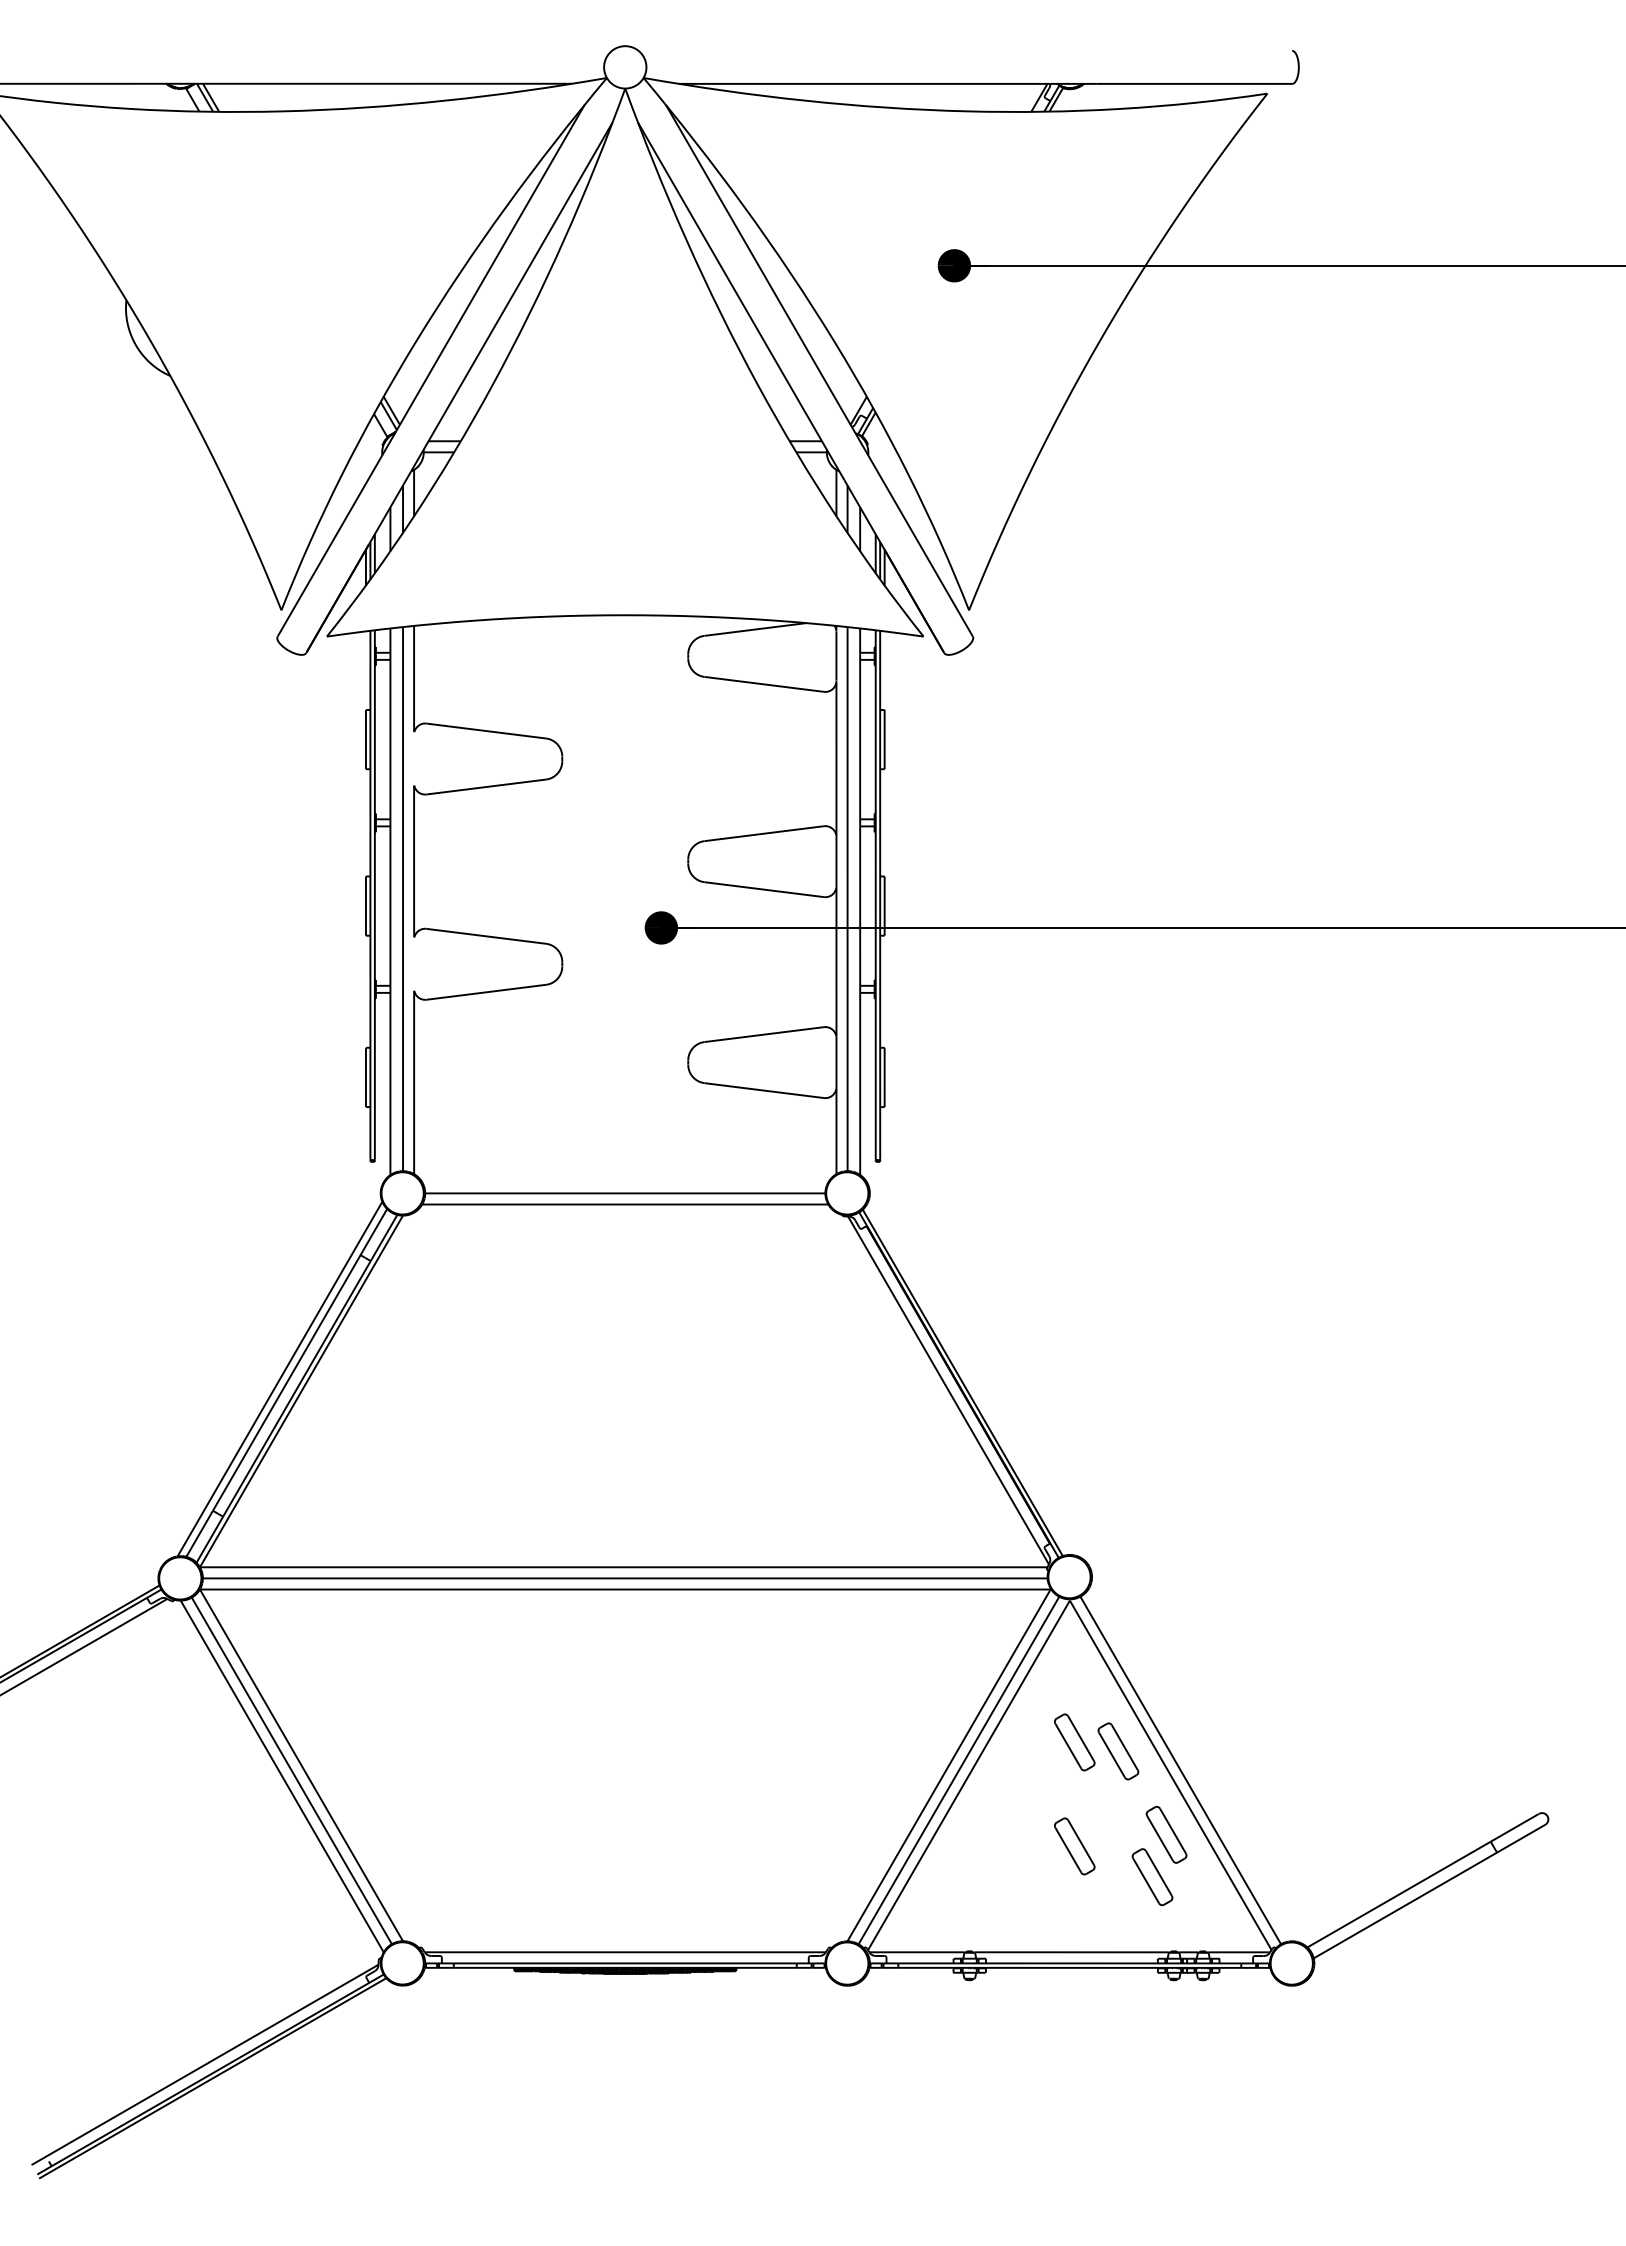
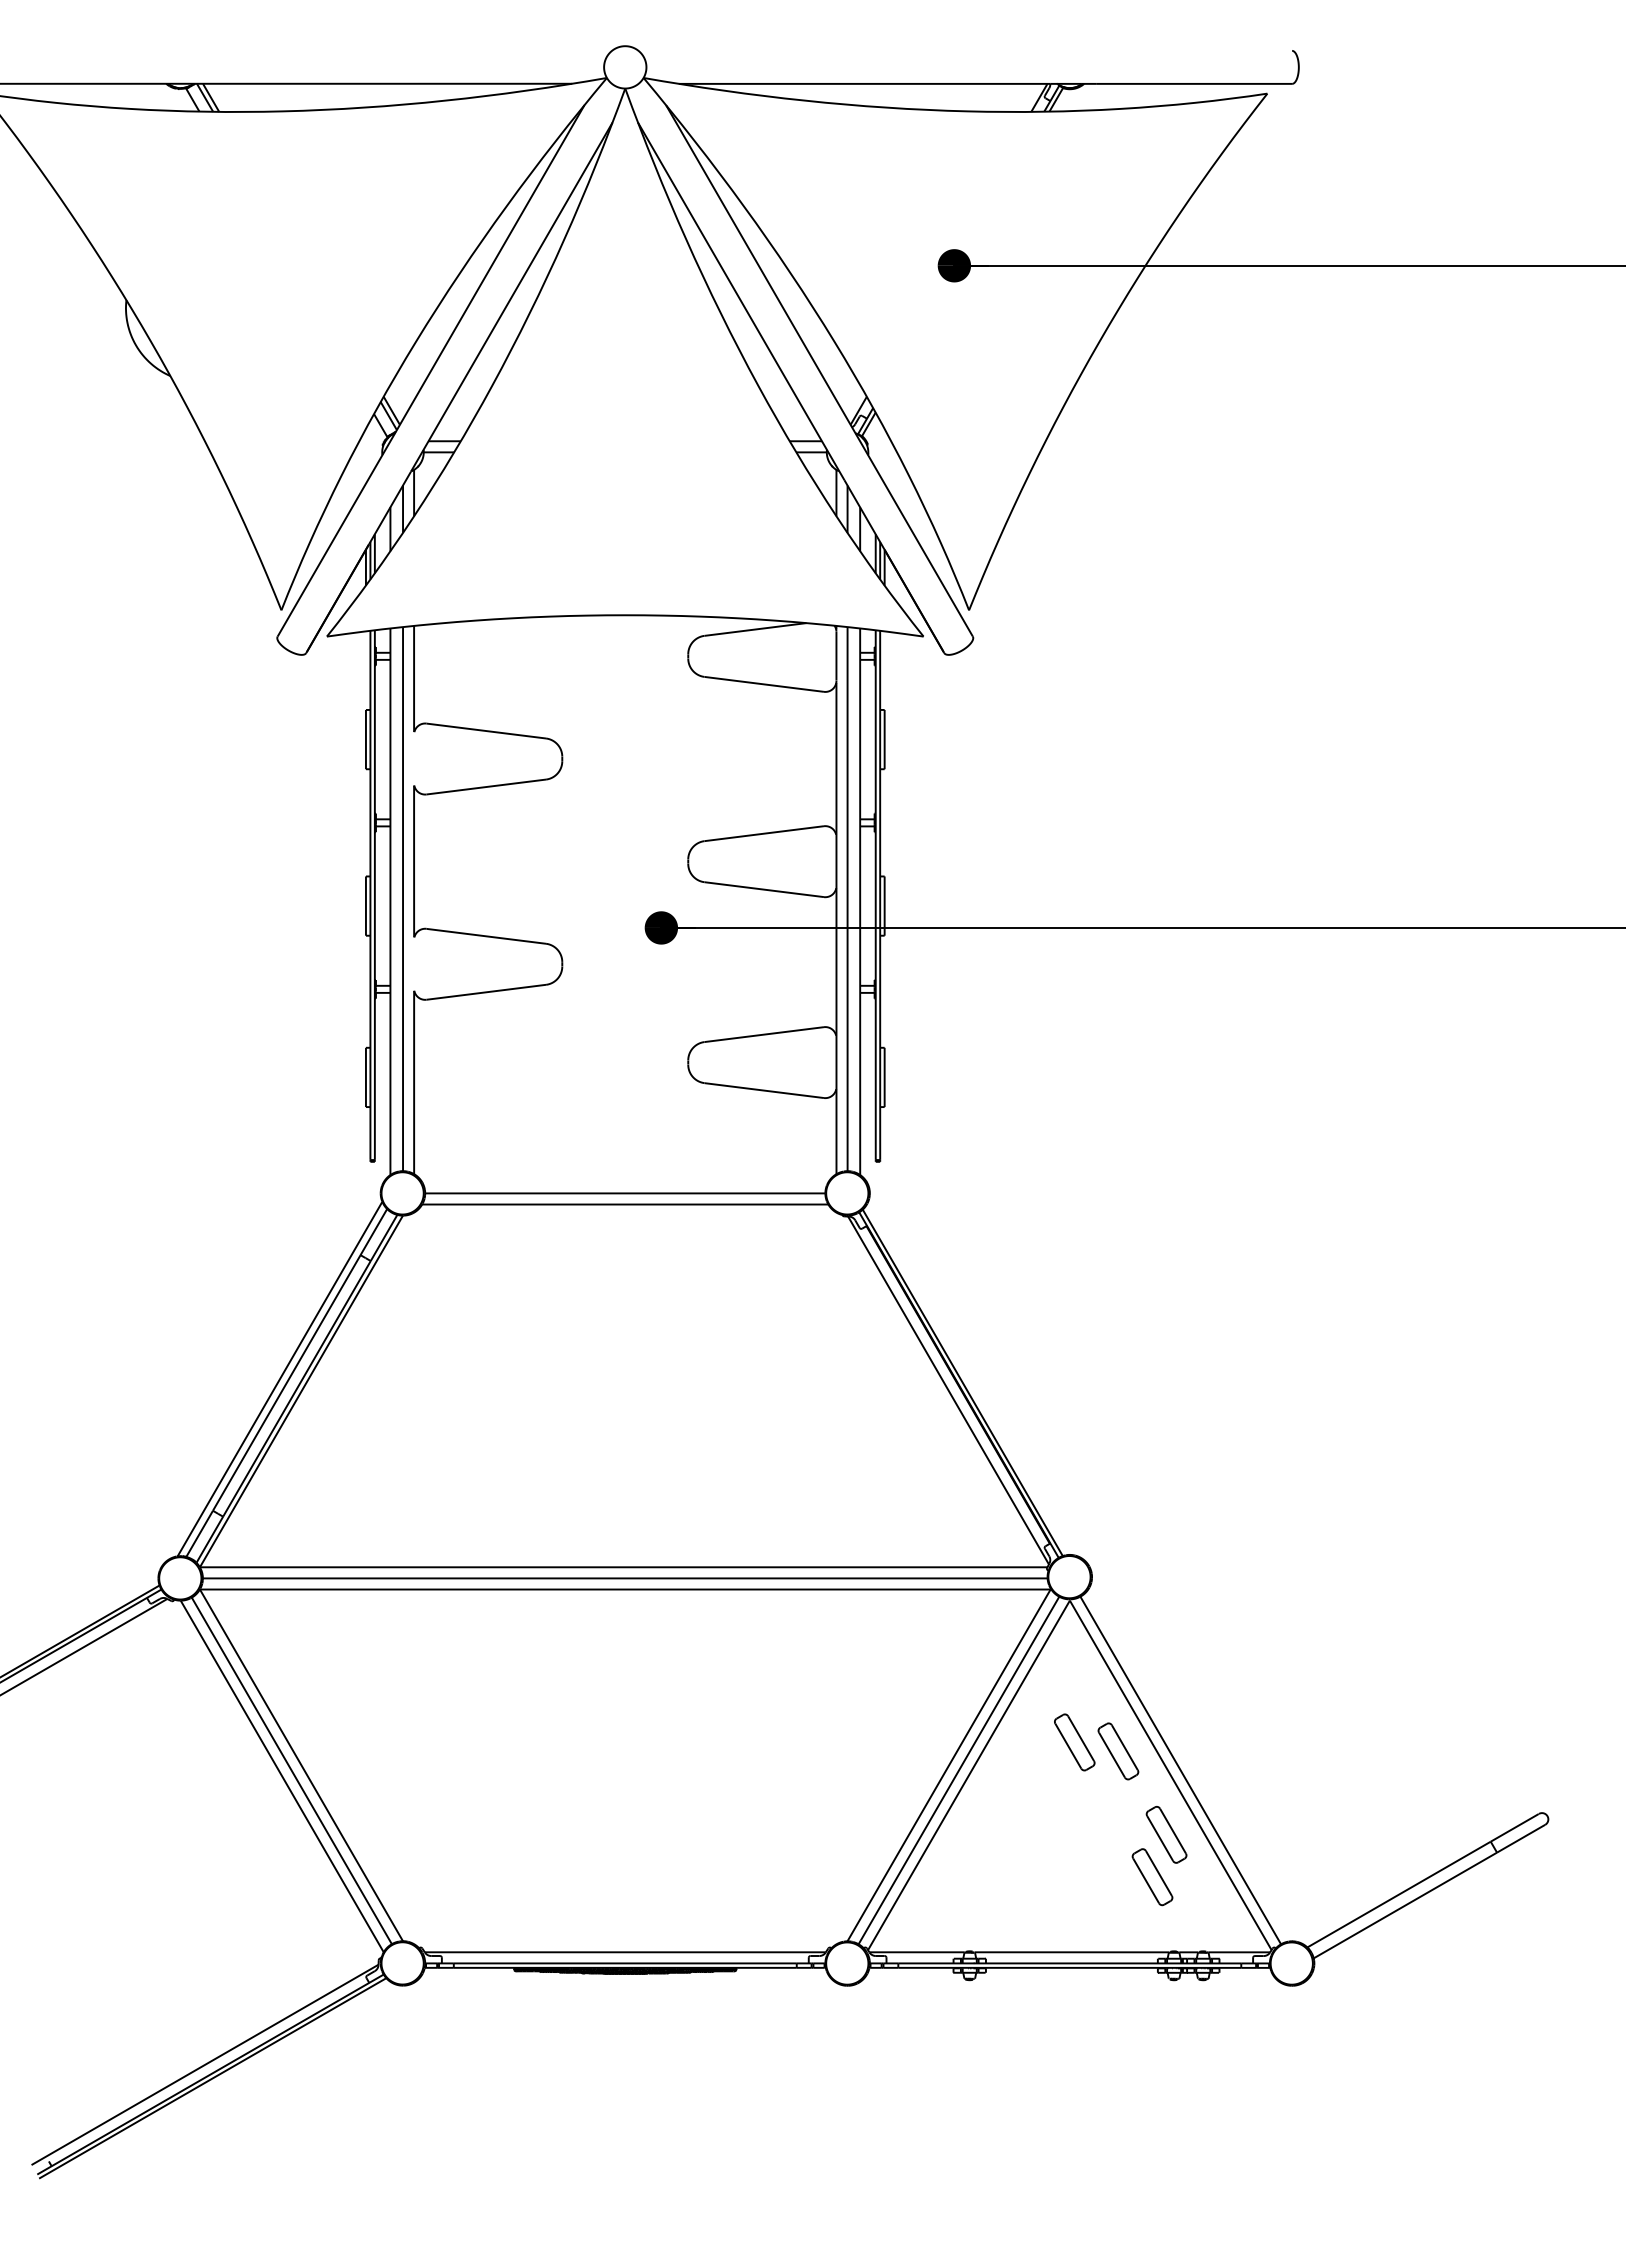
part at (1074, 1846): present -> none
